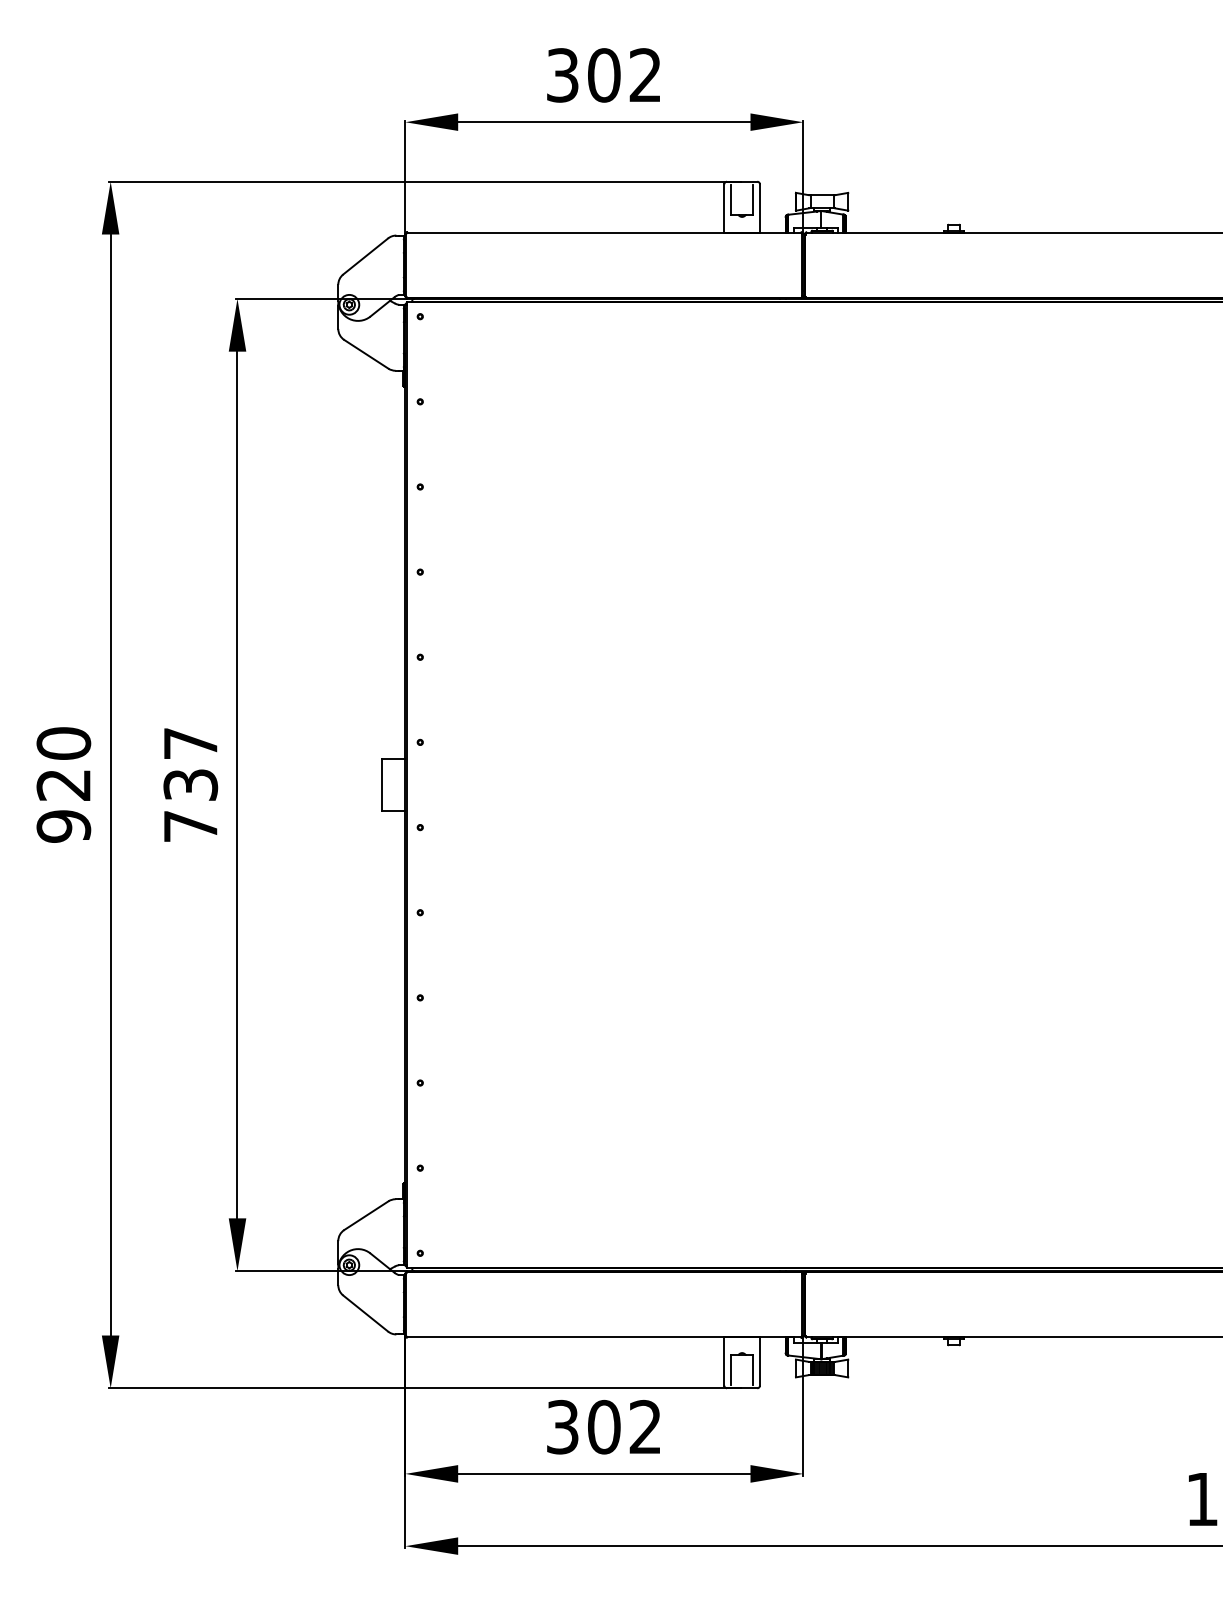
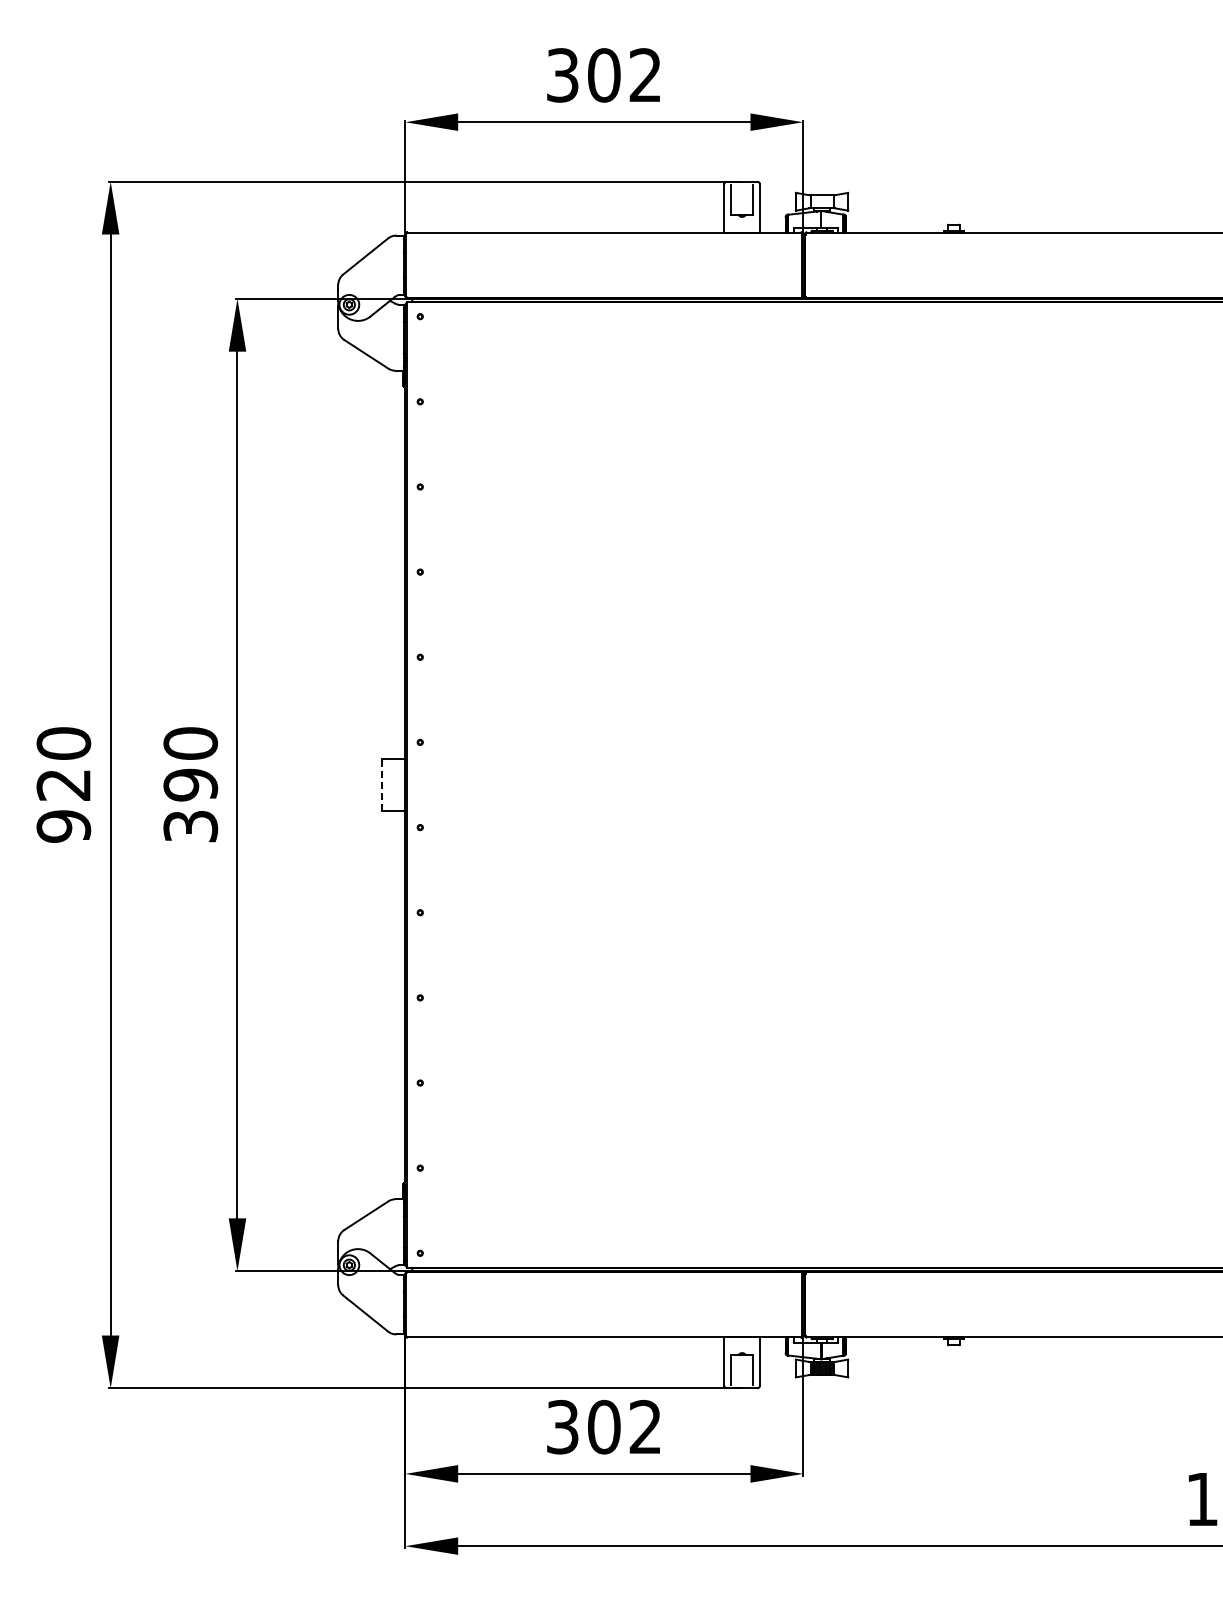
text at (190, 784): 737 -> 390
line at (382, 784): solid -> dashed
